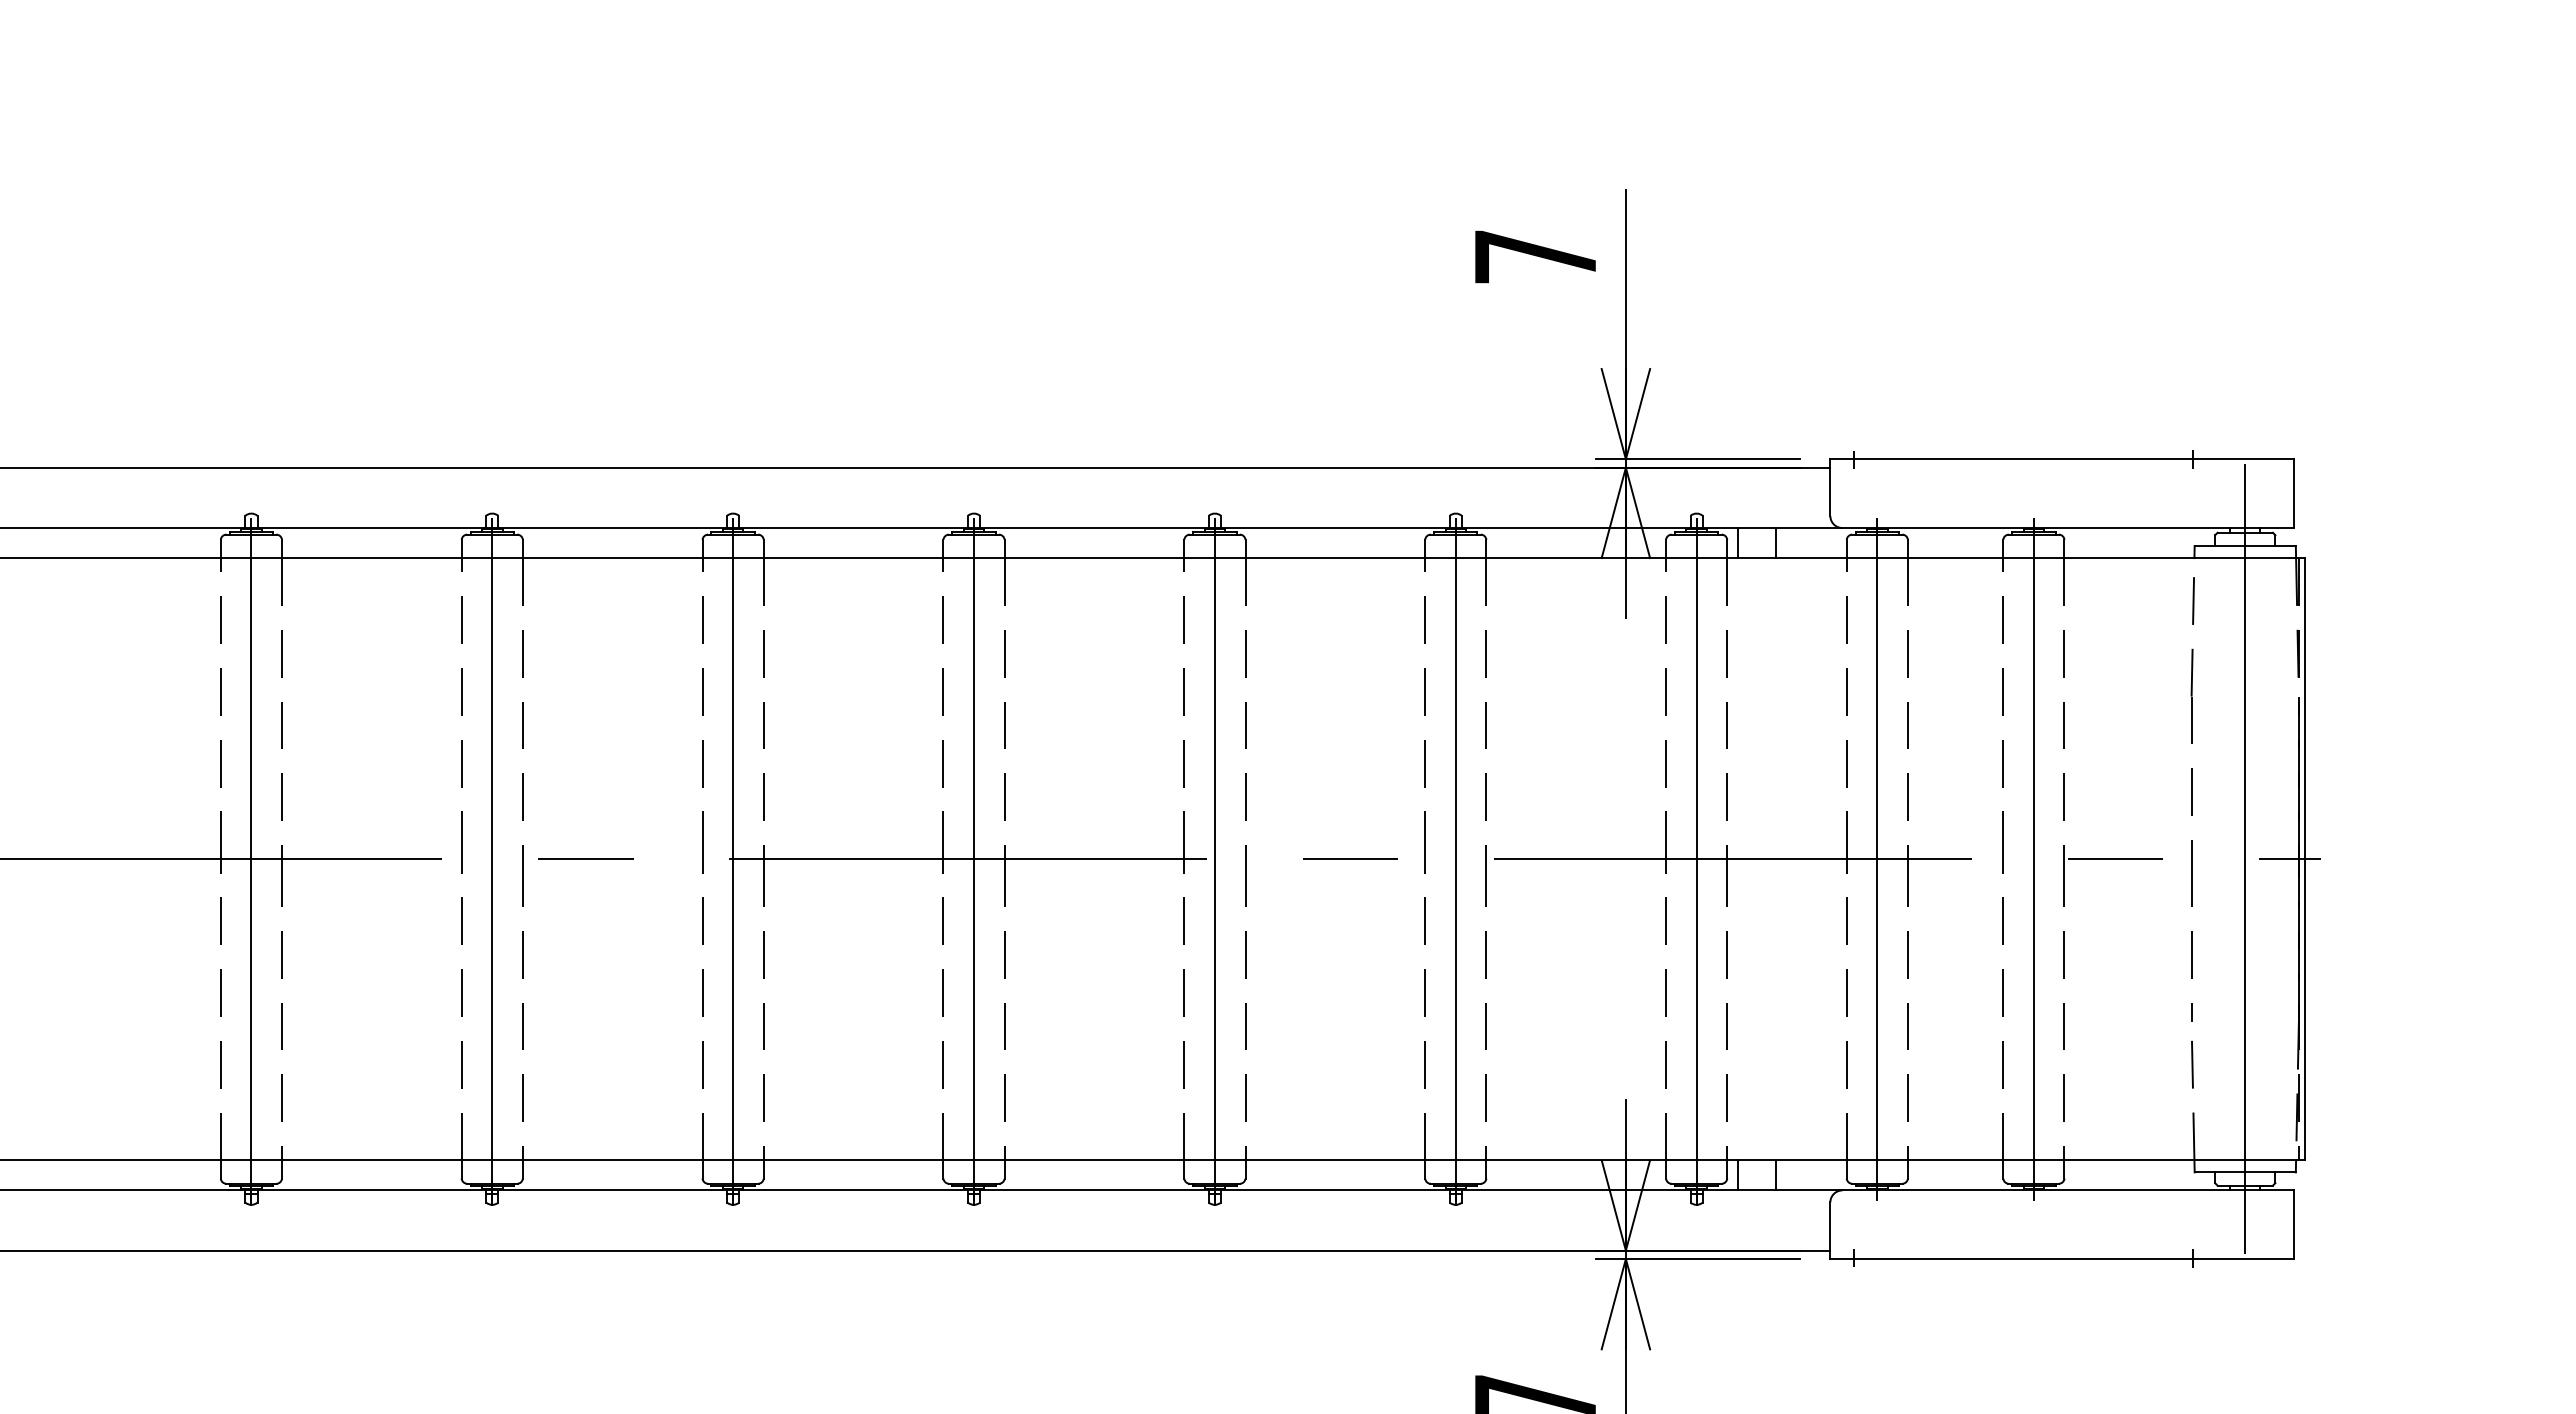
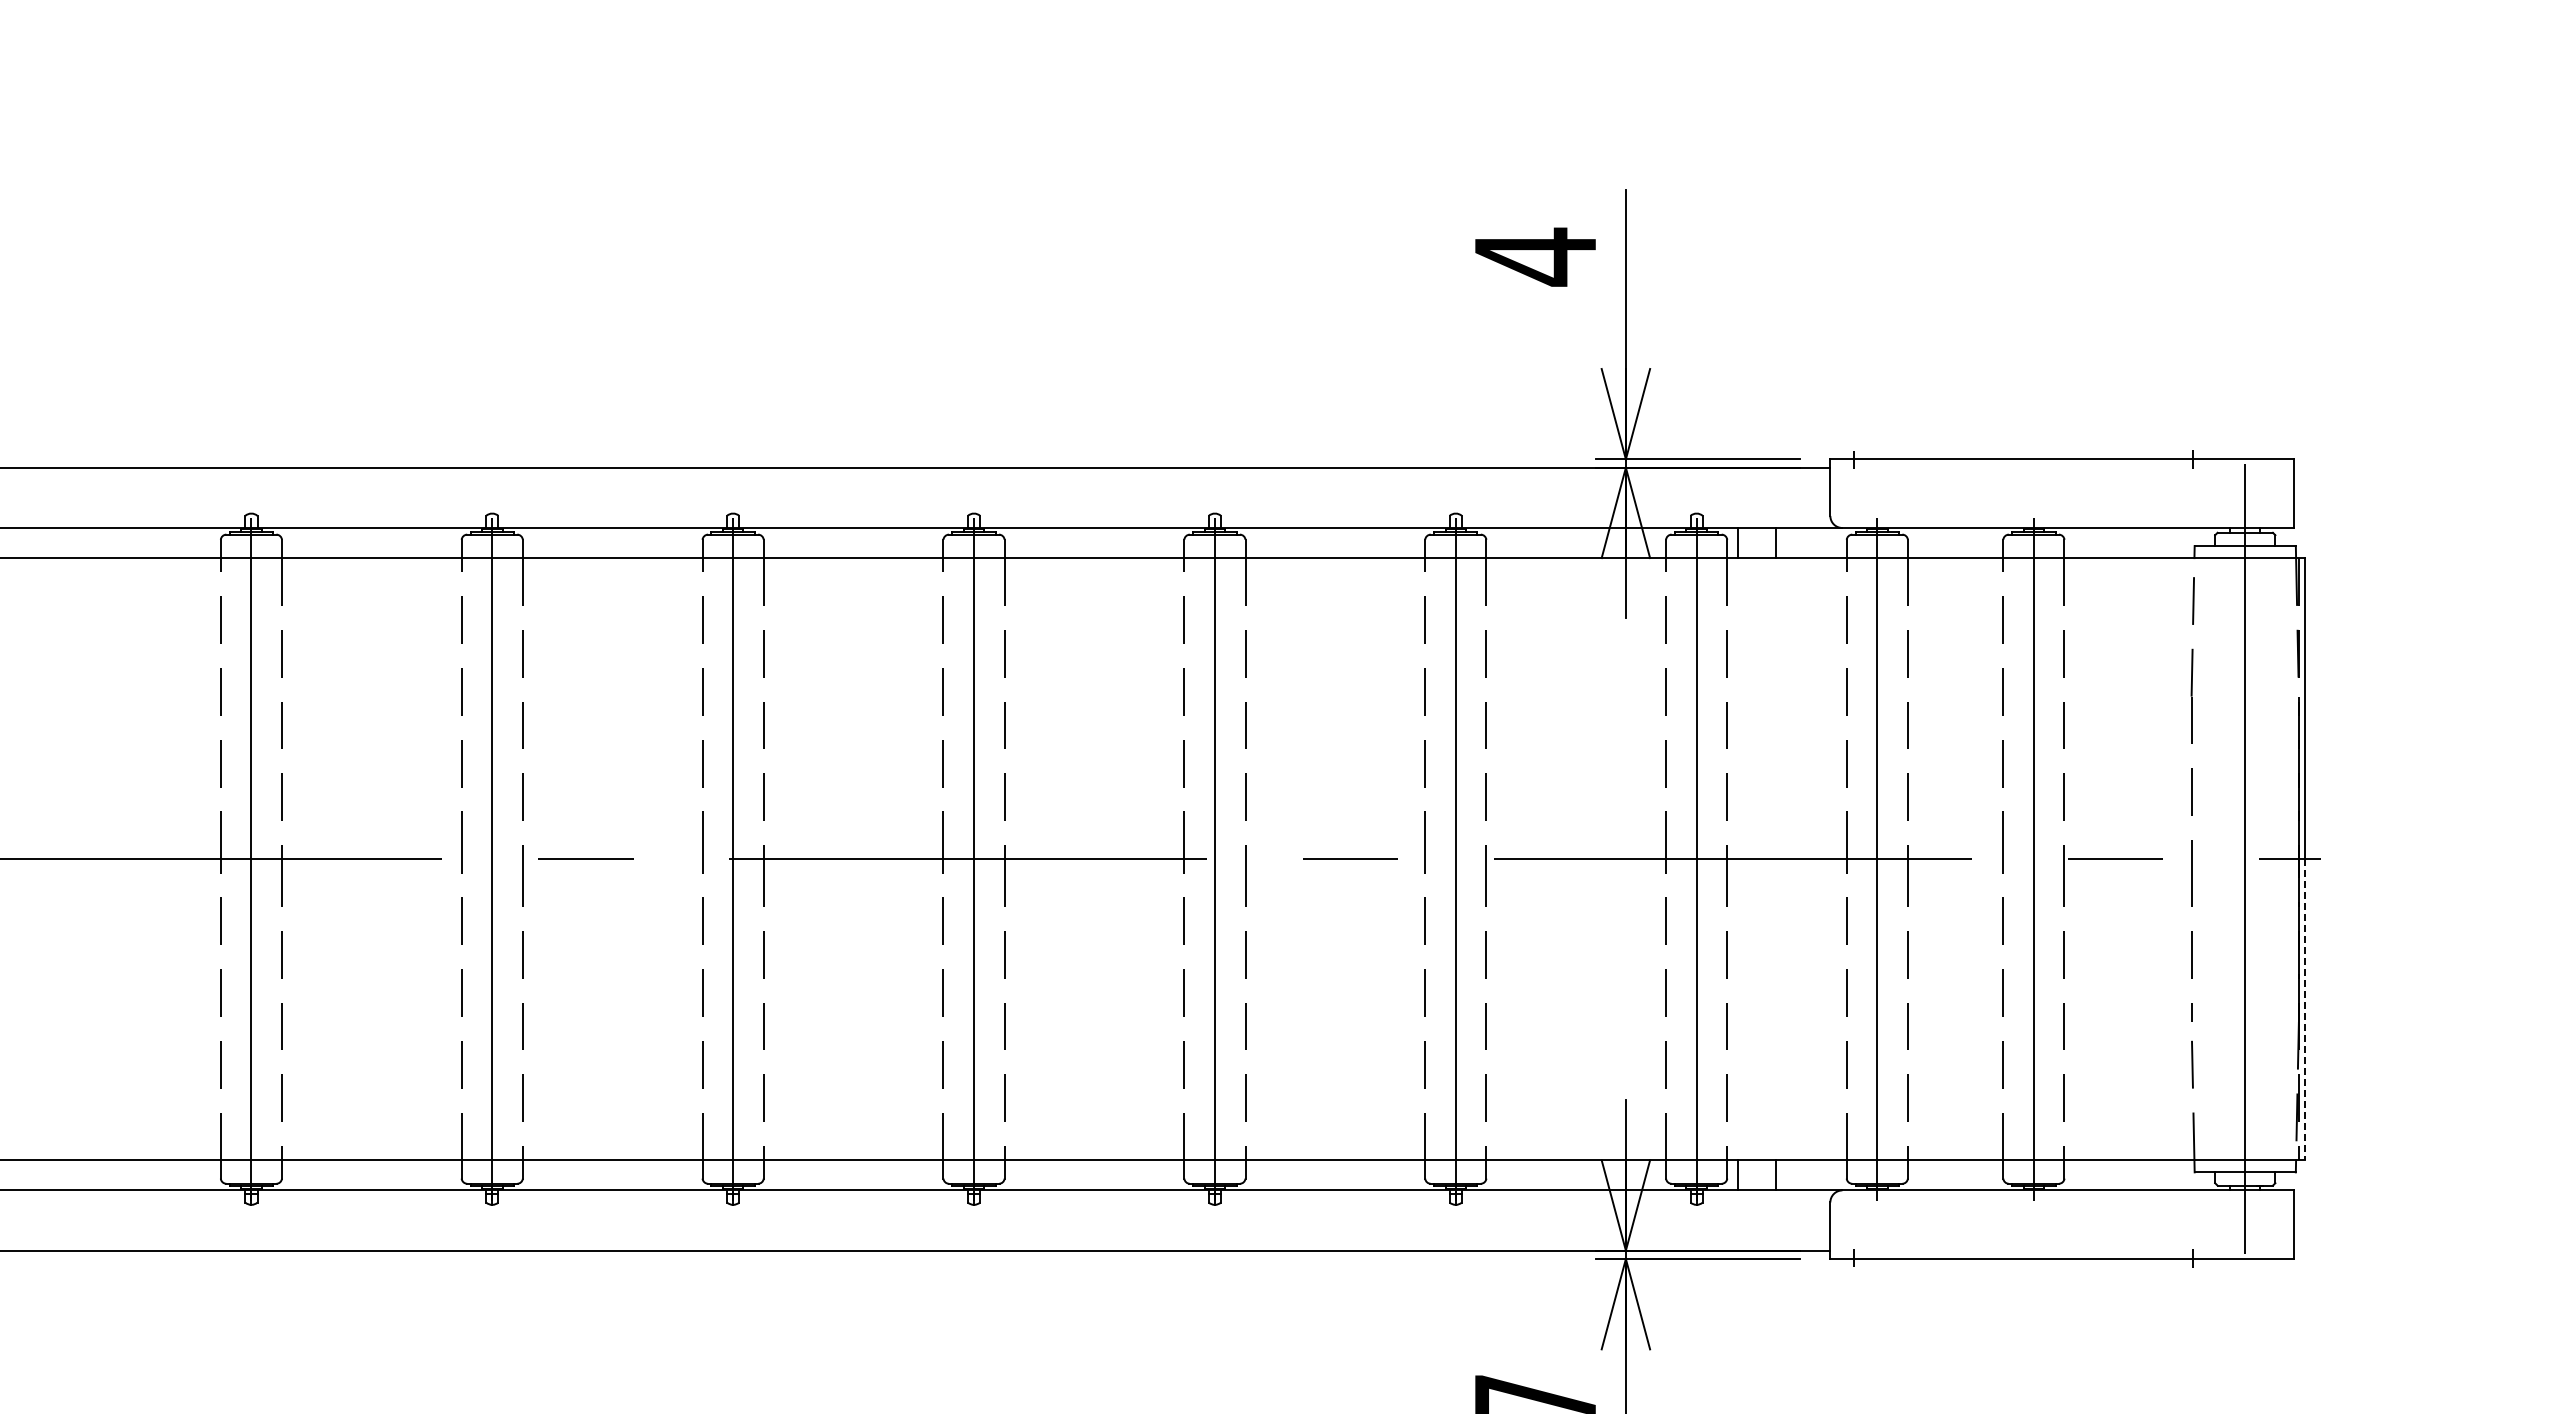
text at (1535, 256): 7 -> 4
line at (2304, 1009): solid -> dashed
